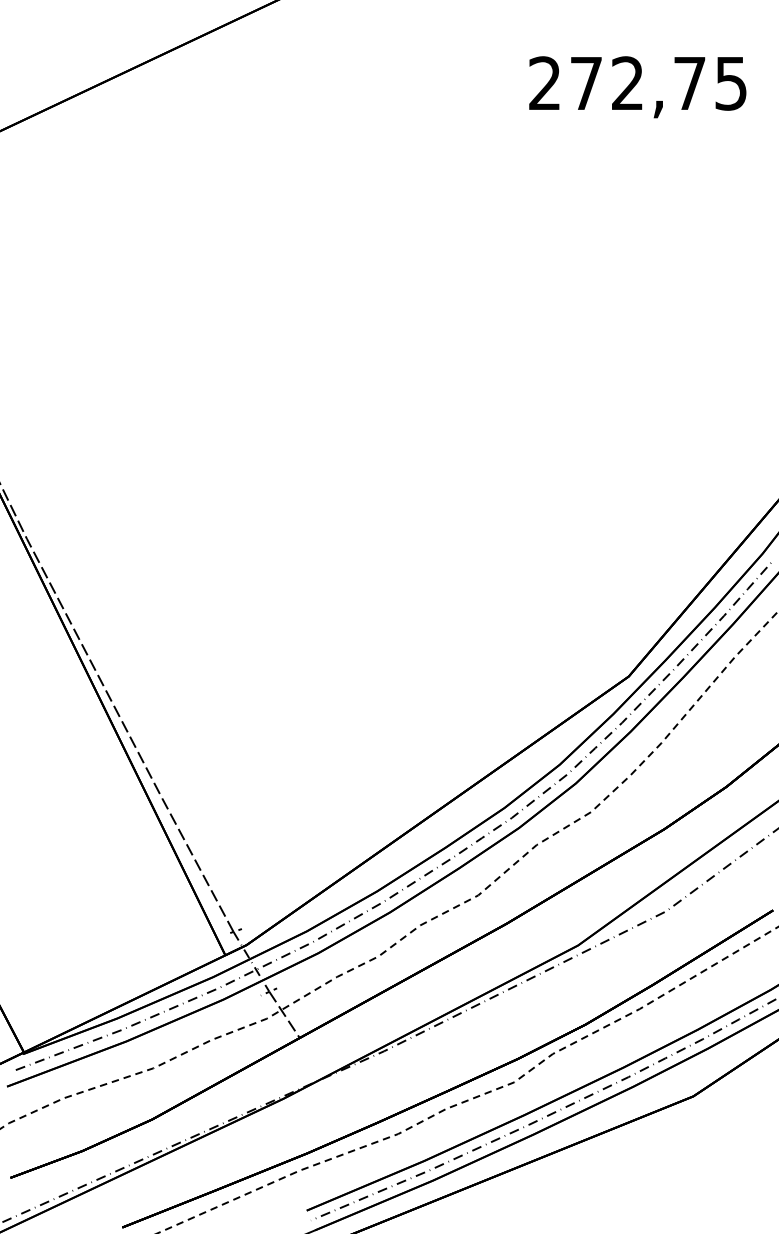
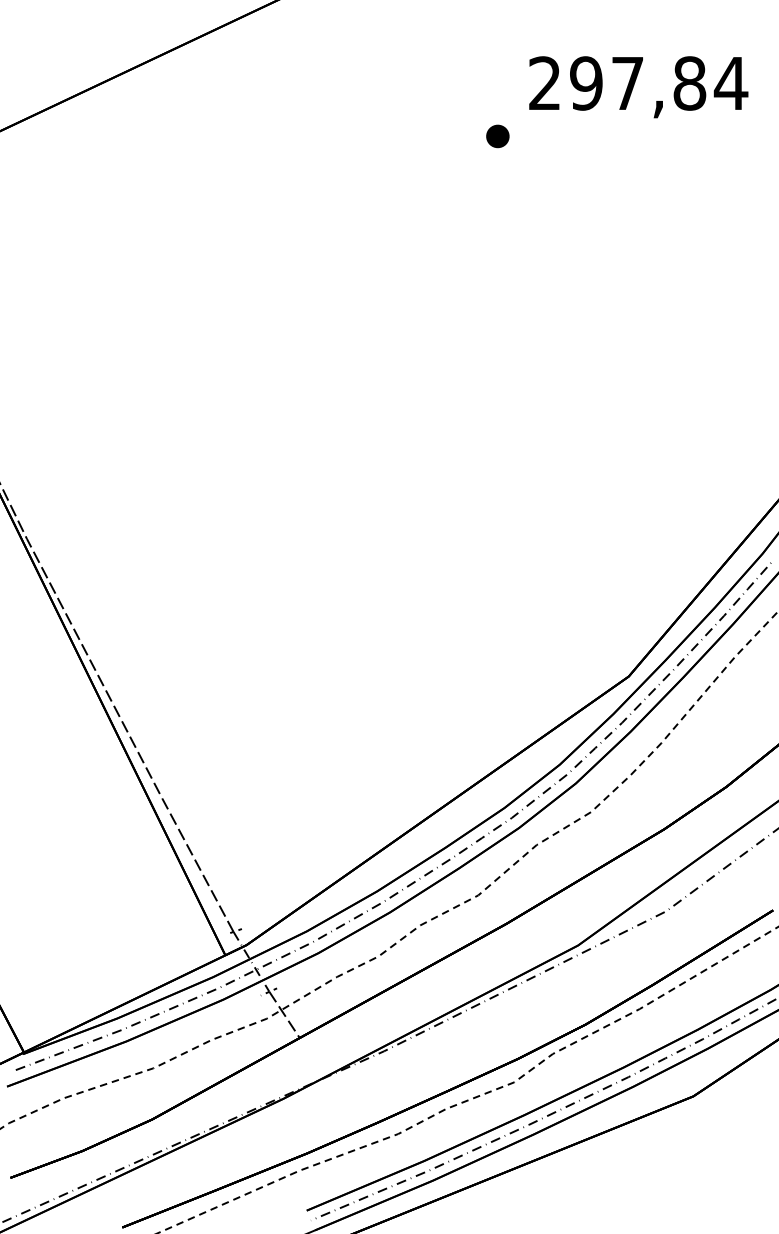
text at (659, 83): 272,75 -> 297,84
part at (497, 136): none -> present
